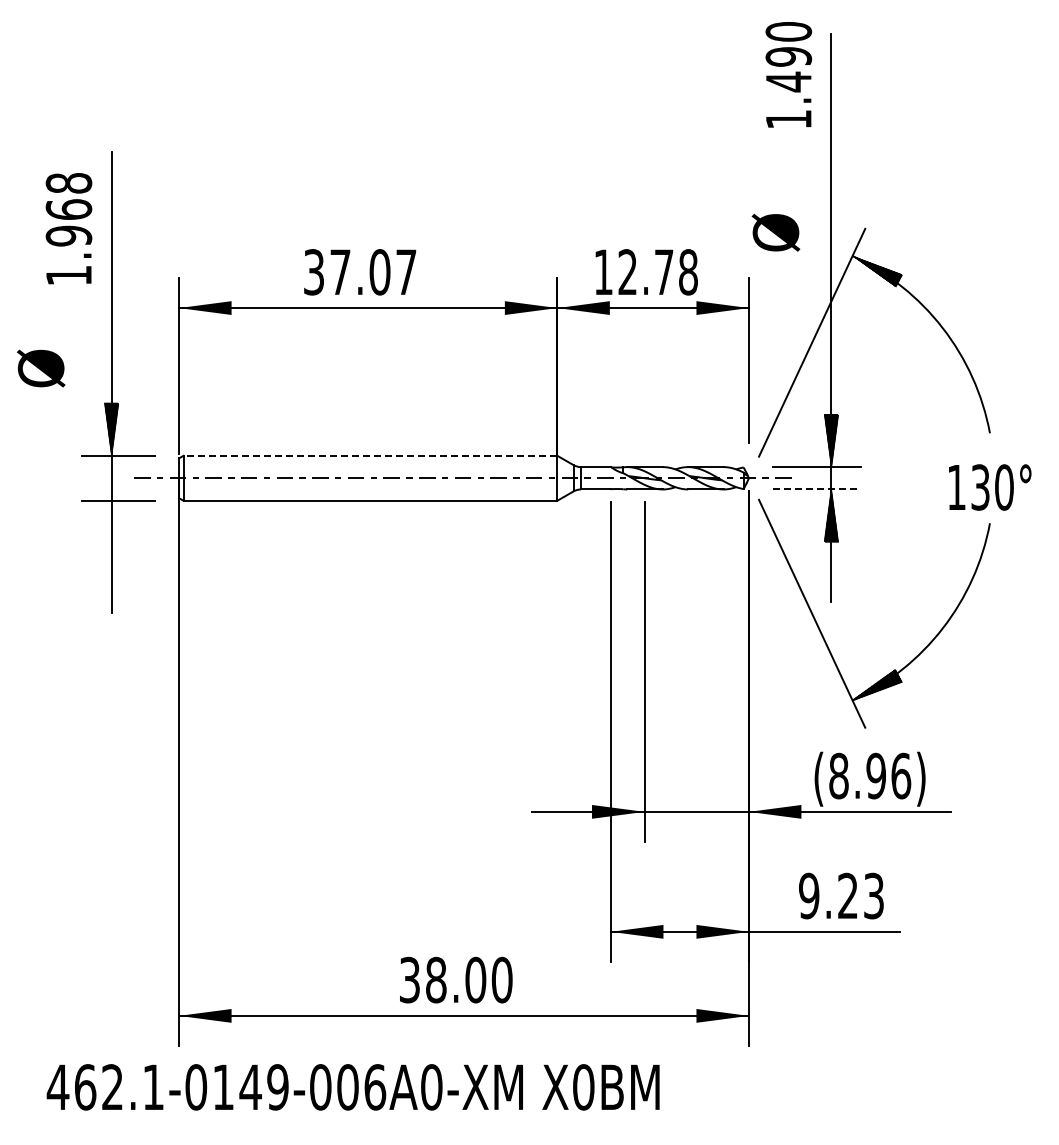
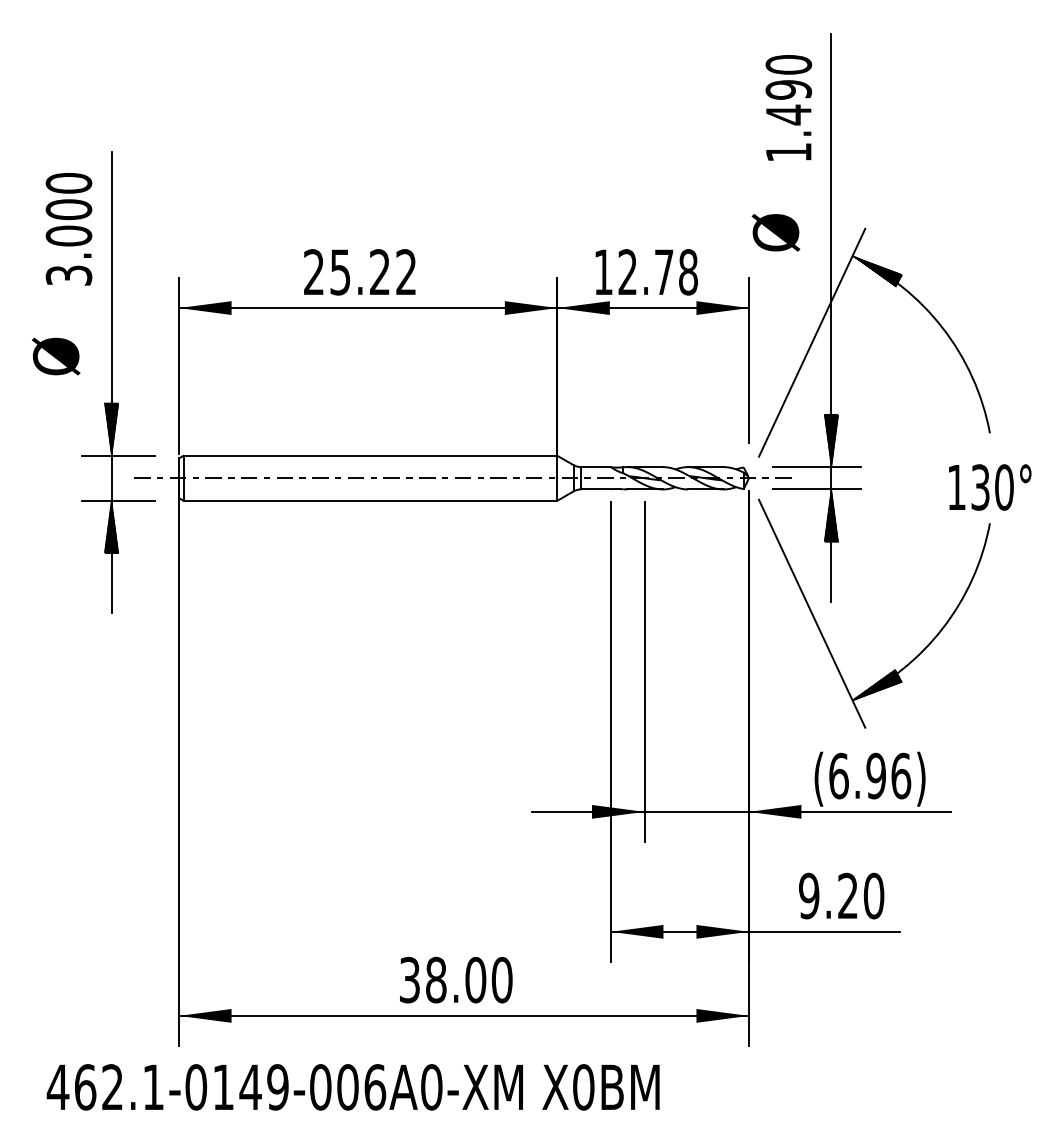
text at (788, 74) position: (788, 74) -> (788, 107)
text at (68, 229): 1.968 -> 3.000
text at (360, 272): 37.07 -> 25.22
text at (41, 368) position: (41, 368) -> (56, 356)
line at (370, 455): dashed -> solid
line at (817, 489): dashed -> solid
hatch at (111, 527): none -> present
text at (838, 775): (8.96) -> (6.96)
text at (873, 895): 9.23 -> 9.20
